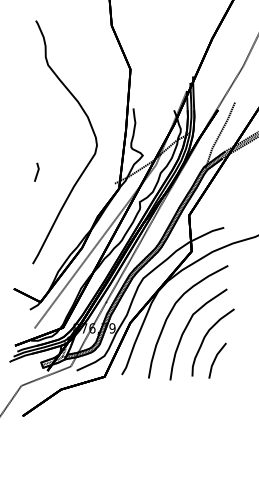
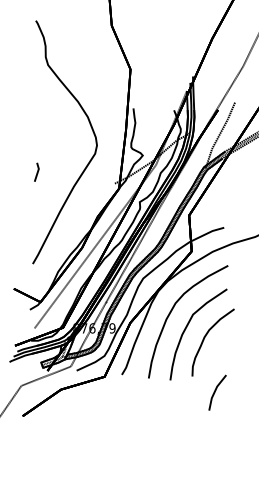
line at (215, 360) position: (215, 360) -> (215, 392)
